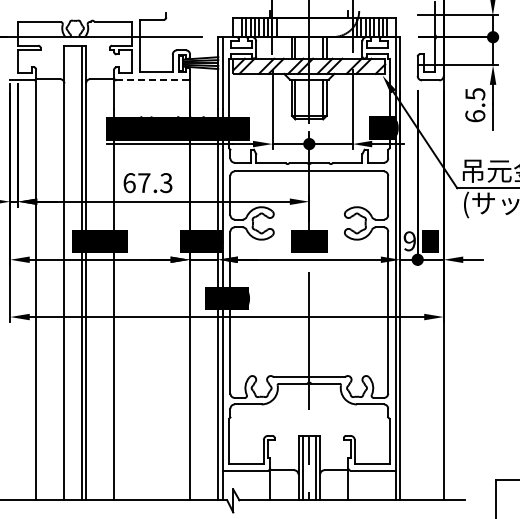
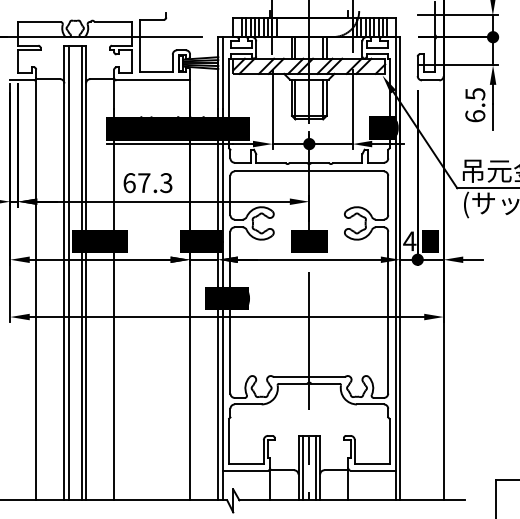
line at (153, 80): dashed -> solid
text at (409, 241): 9 -> 4
line at (68, 272): none -> present
